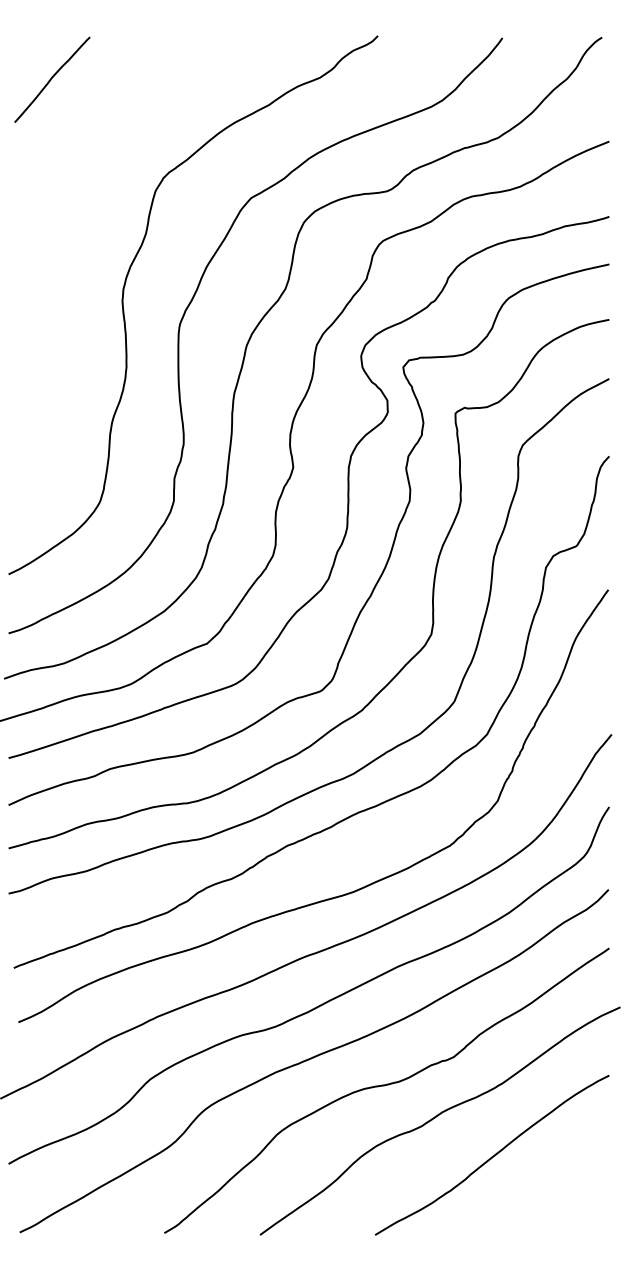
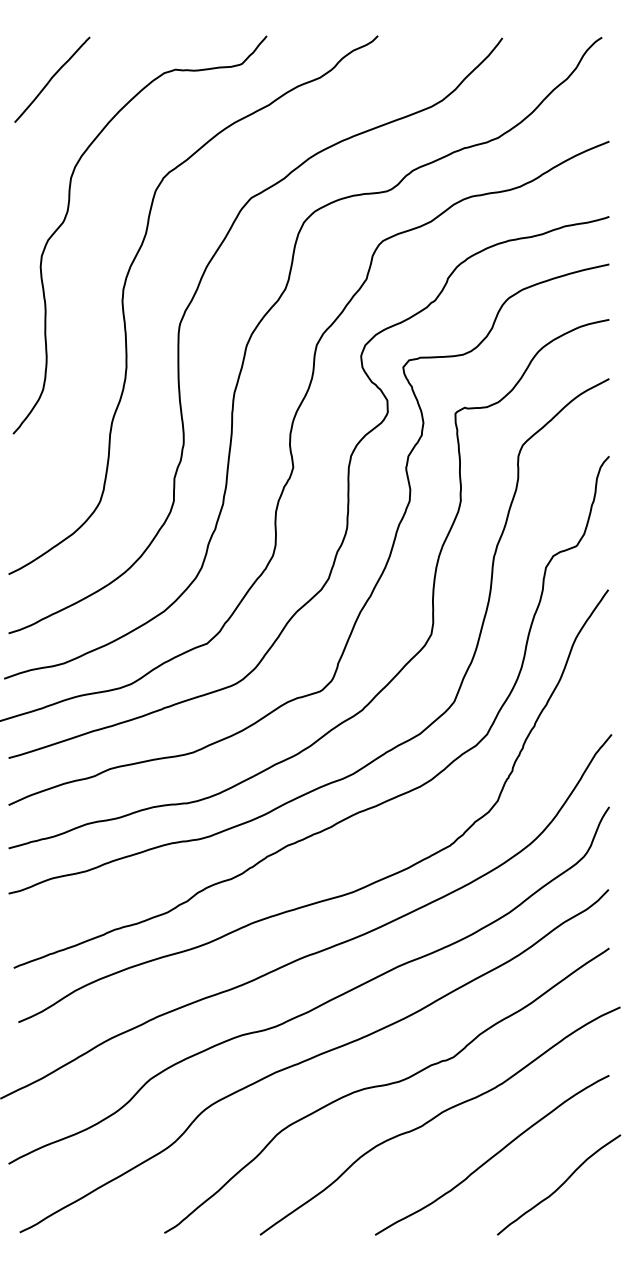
curve at (68, 212): none -> present
curve at (560, 1185): none -> present
